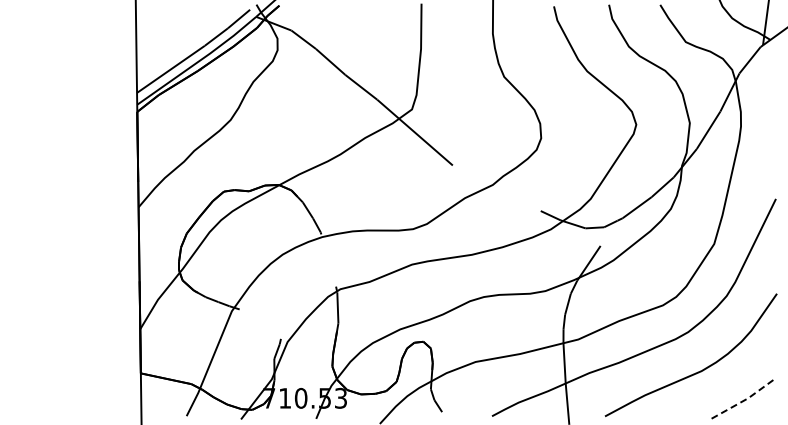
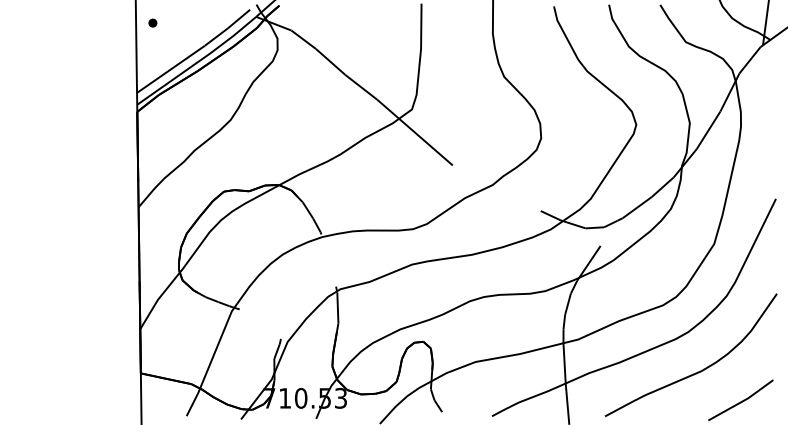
part at (152, 22): none -> present
line at (742, 401): dashed -> solid
